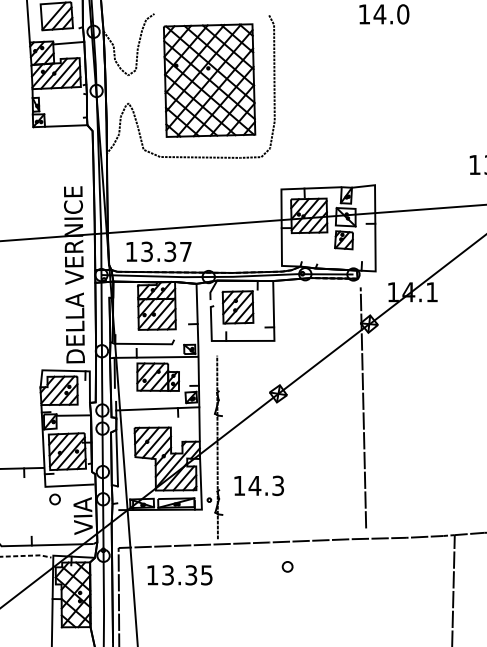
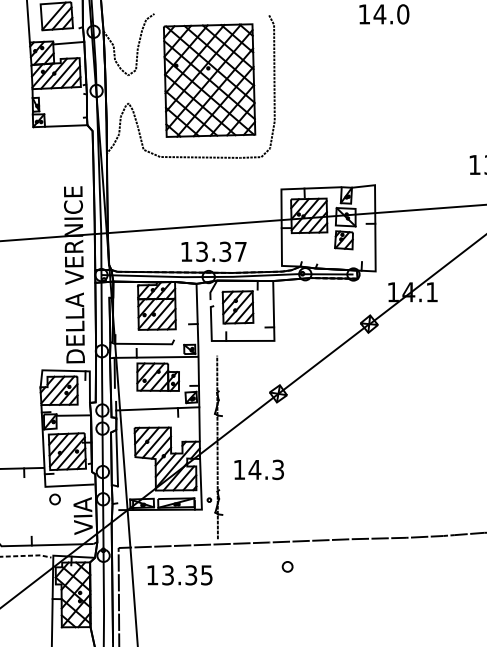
text at (158, 251) position: (158, 251) -> (213, 251)
line at (363, 407): present -> none
text at (258, 485) position: (258, 485) -> (258, 469)
line at (453, 589): present -> none
